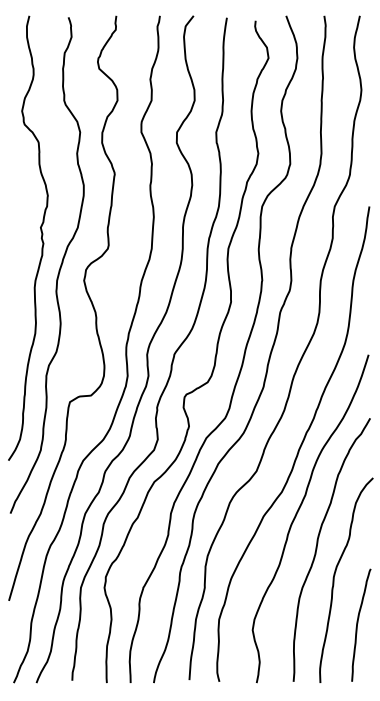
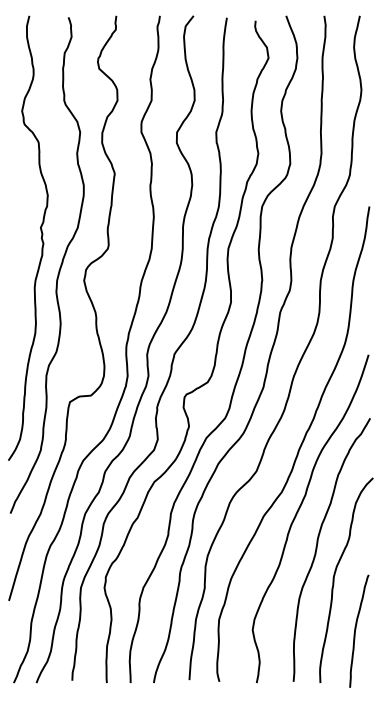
curve at (358, 623) position: (358, 623) -> (356, 629)
